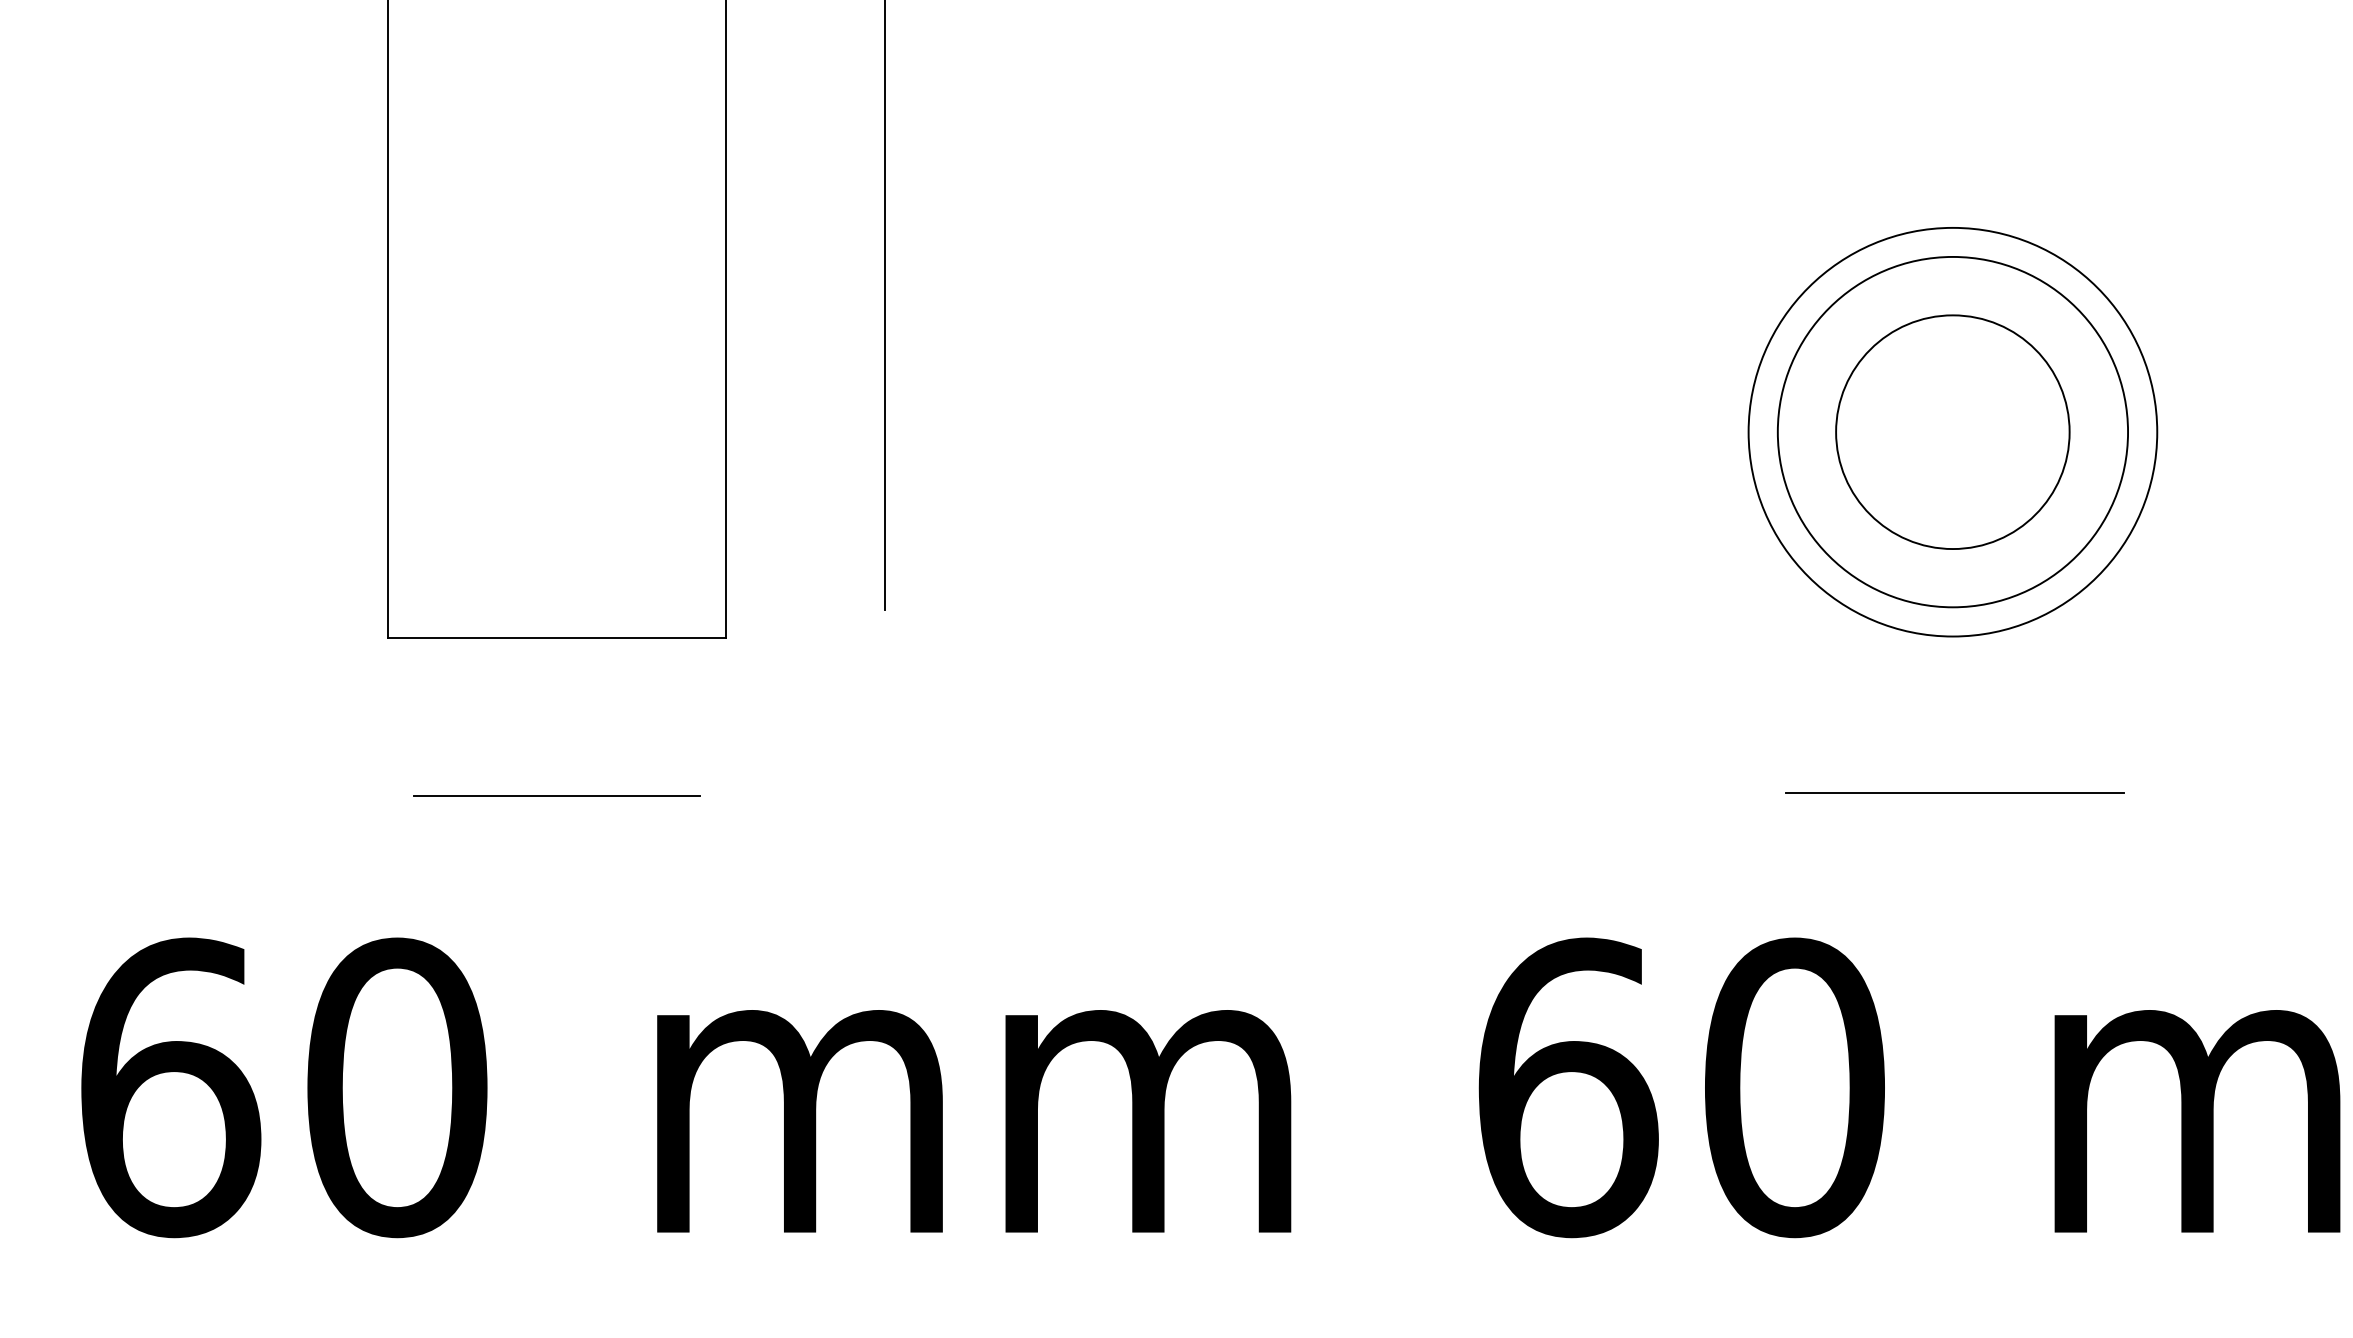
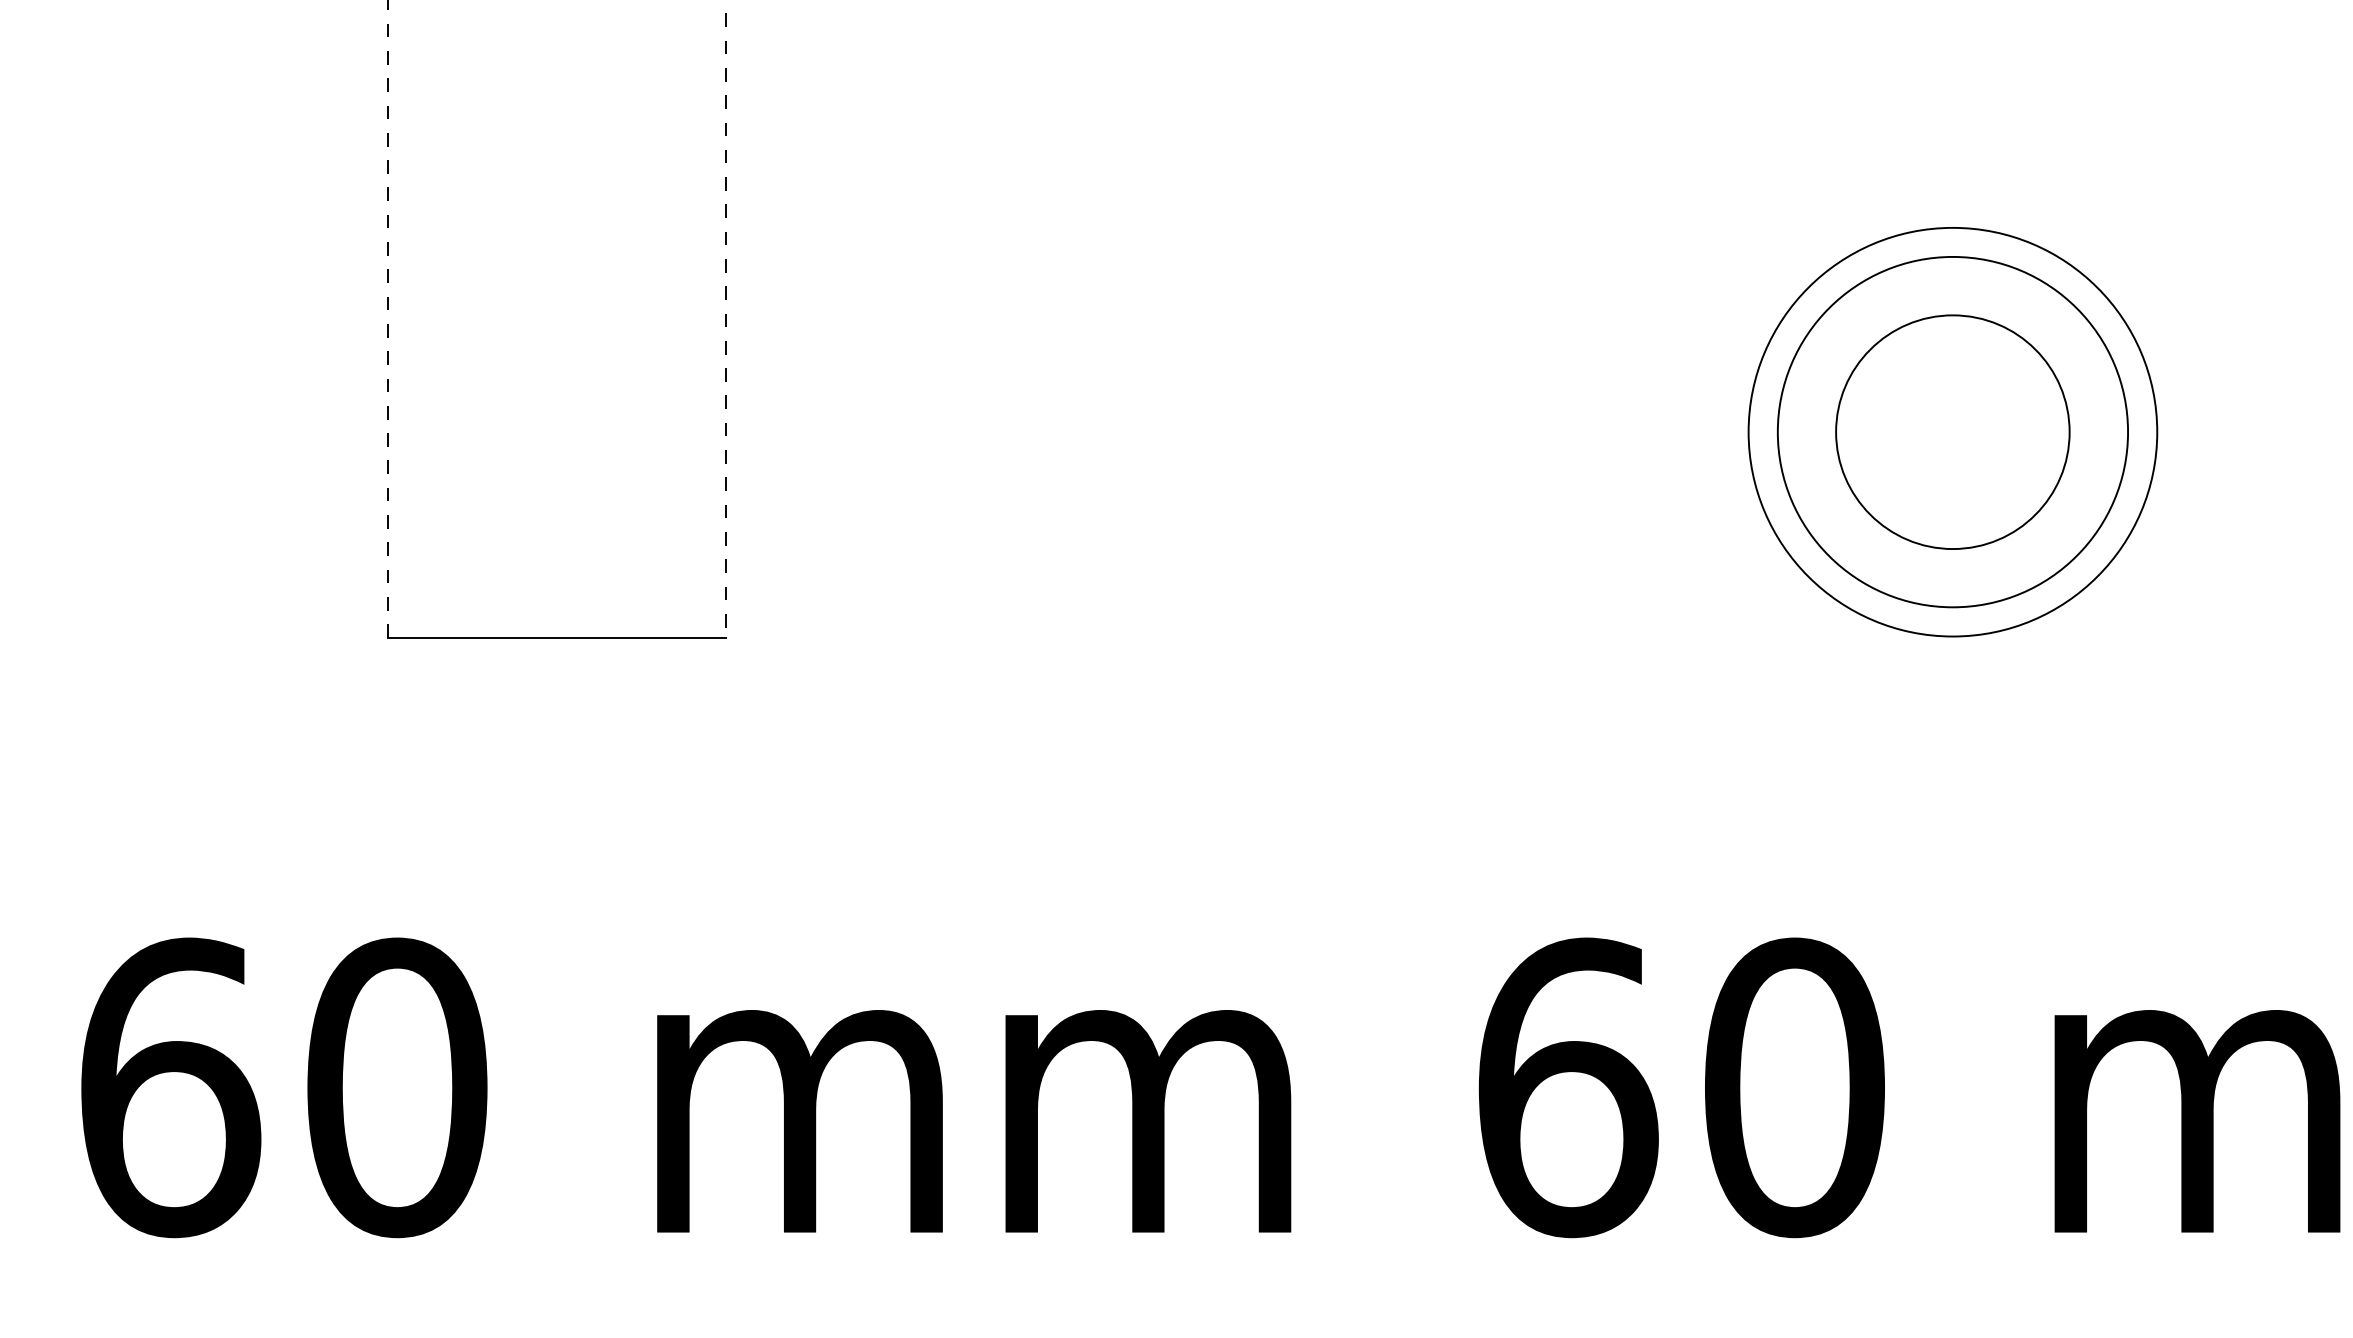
line at (885, 305): present -> none
line at (387, 318): solid -> dashed
line at (725, 319): solid -> dashed
line at (1954, 792): present -> none
line at (556, 795): present -> none
